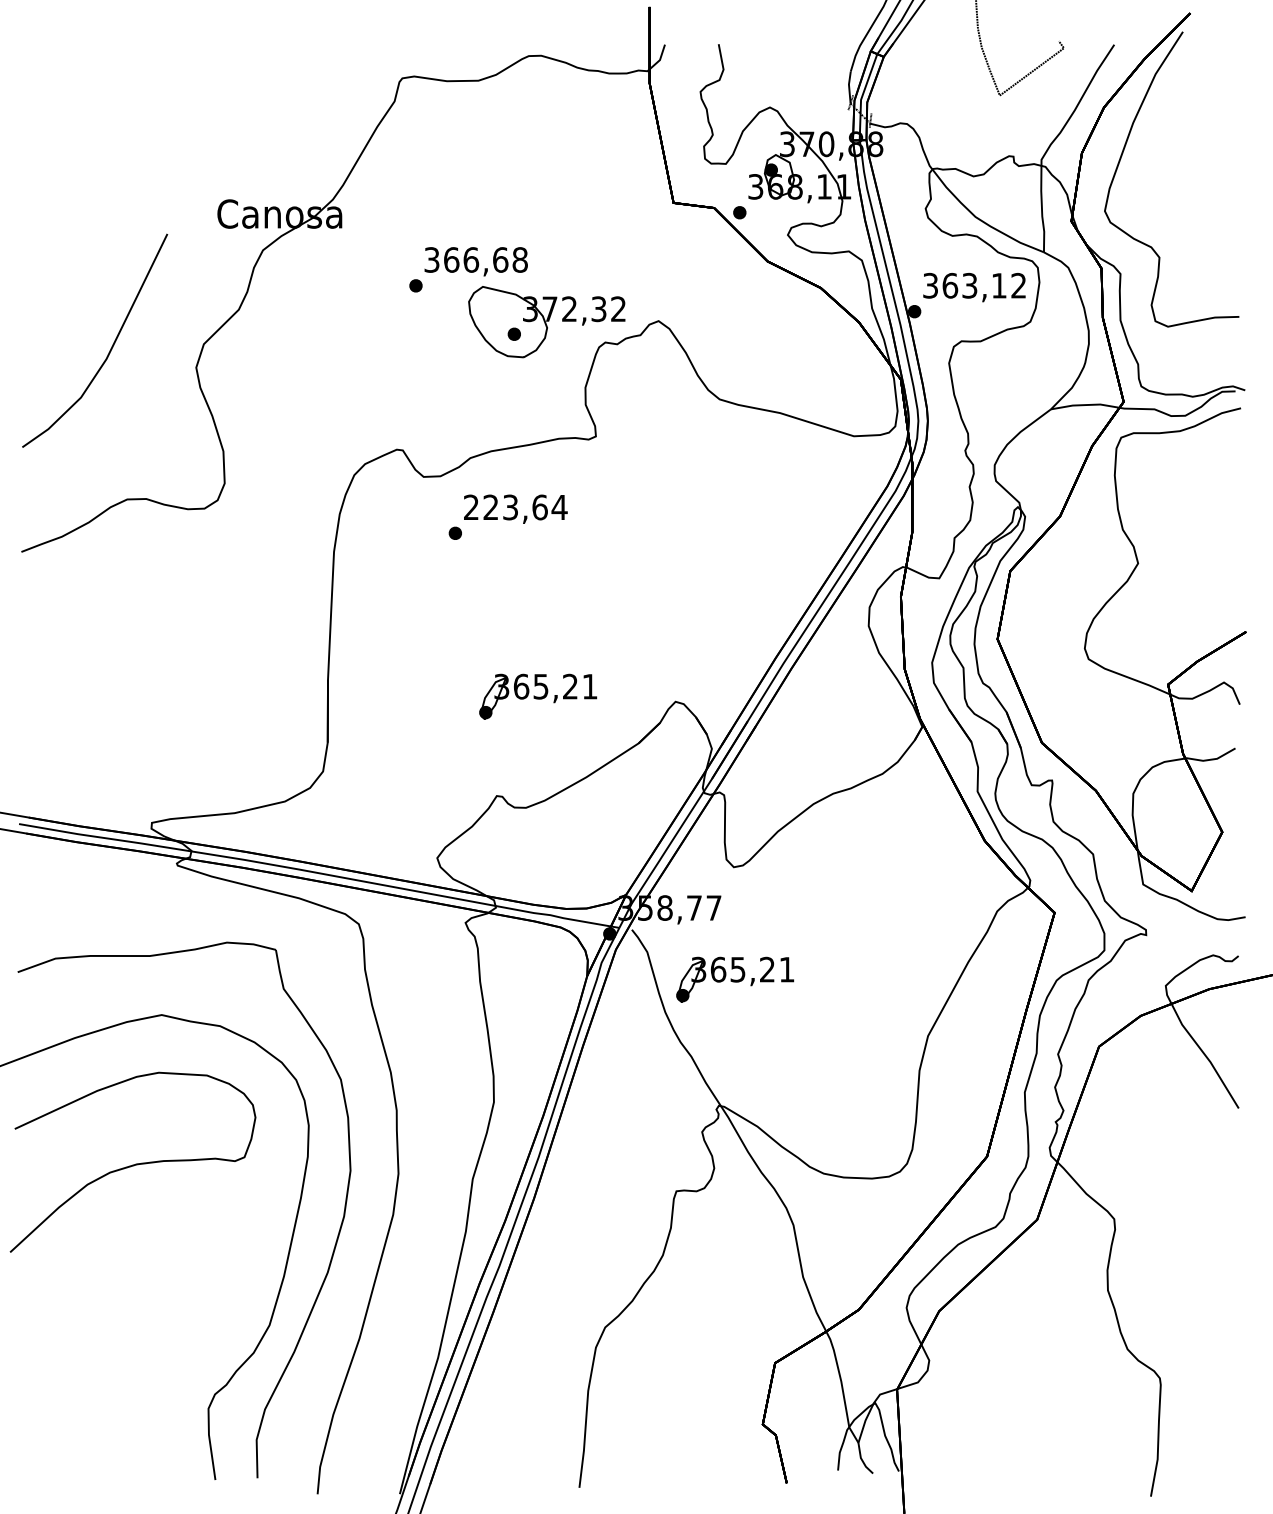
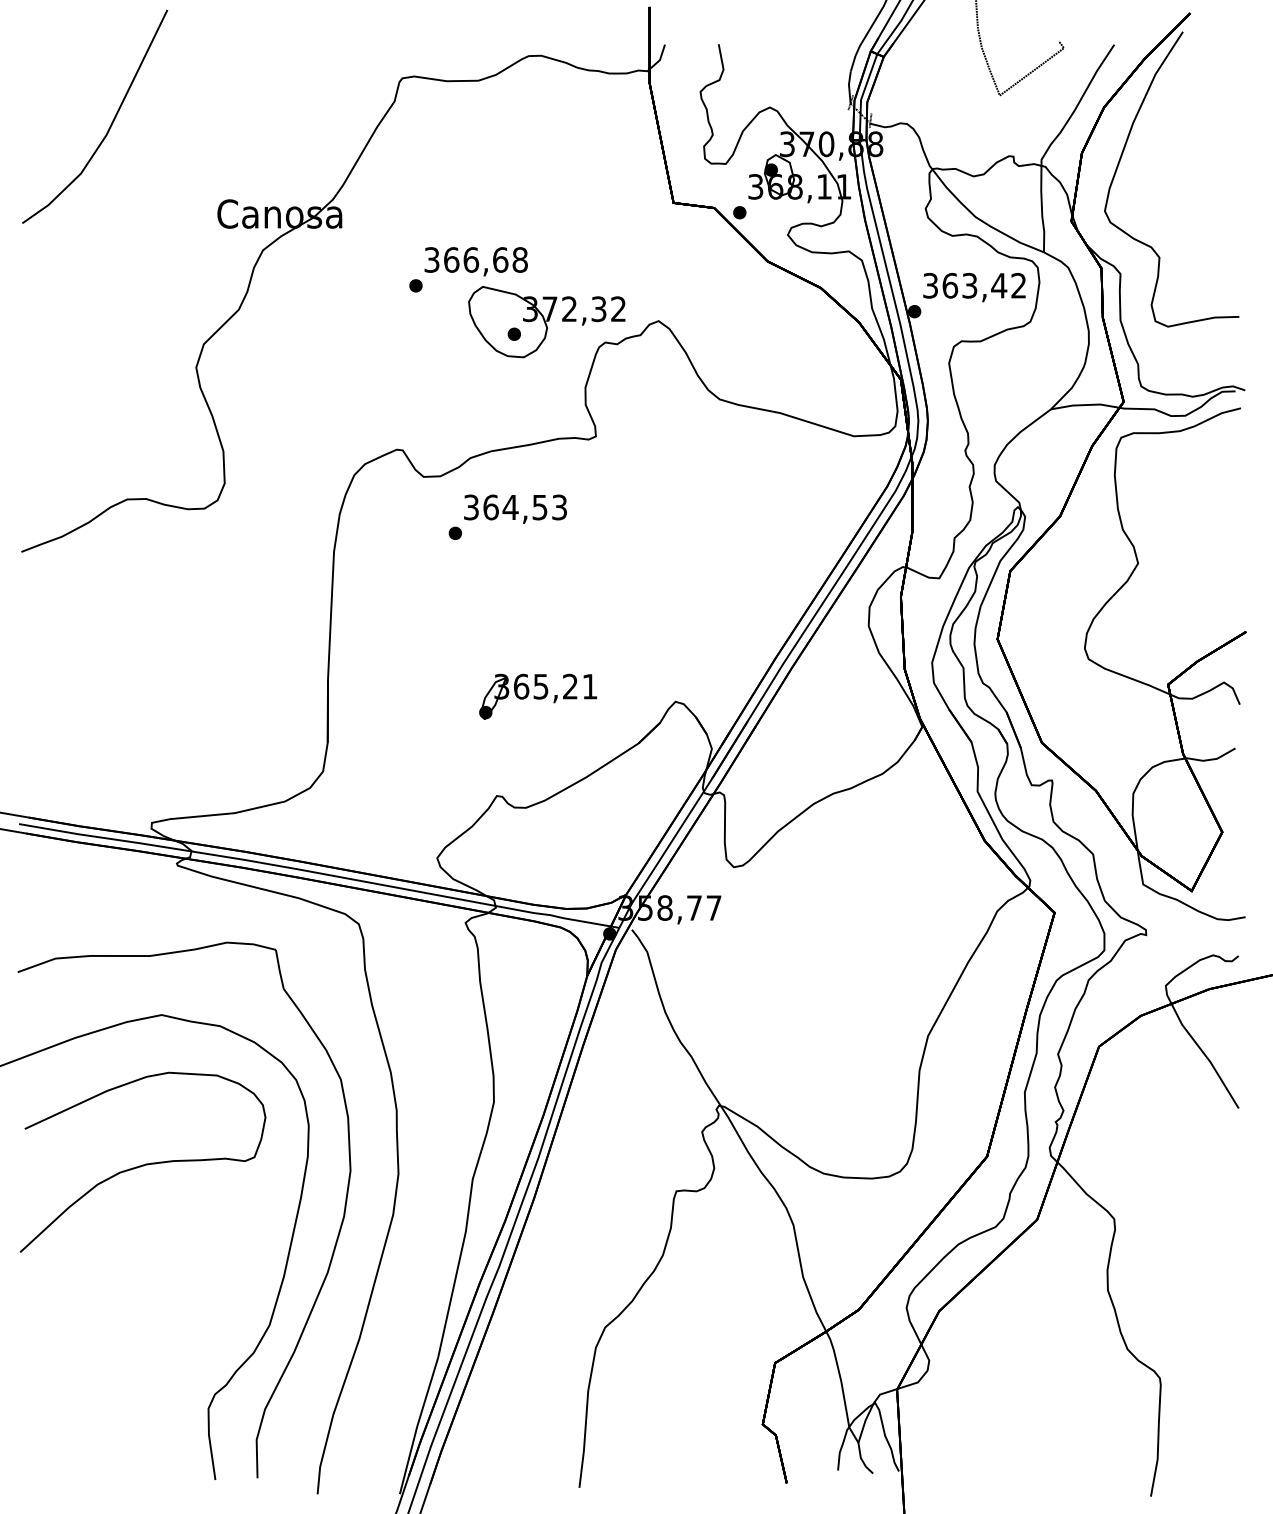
text at (999, 285): 363,12 -> 363,42
part at (110, 348) position: (110, 348) -> (110, 124)
text at (515, 507): 223,64 -> 364,53
part at (735, 979): present -> none
curve at (132, 1164) position: (132, 1164) -> (142, 1164)
